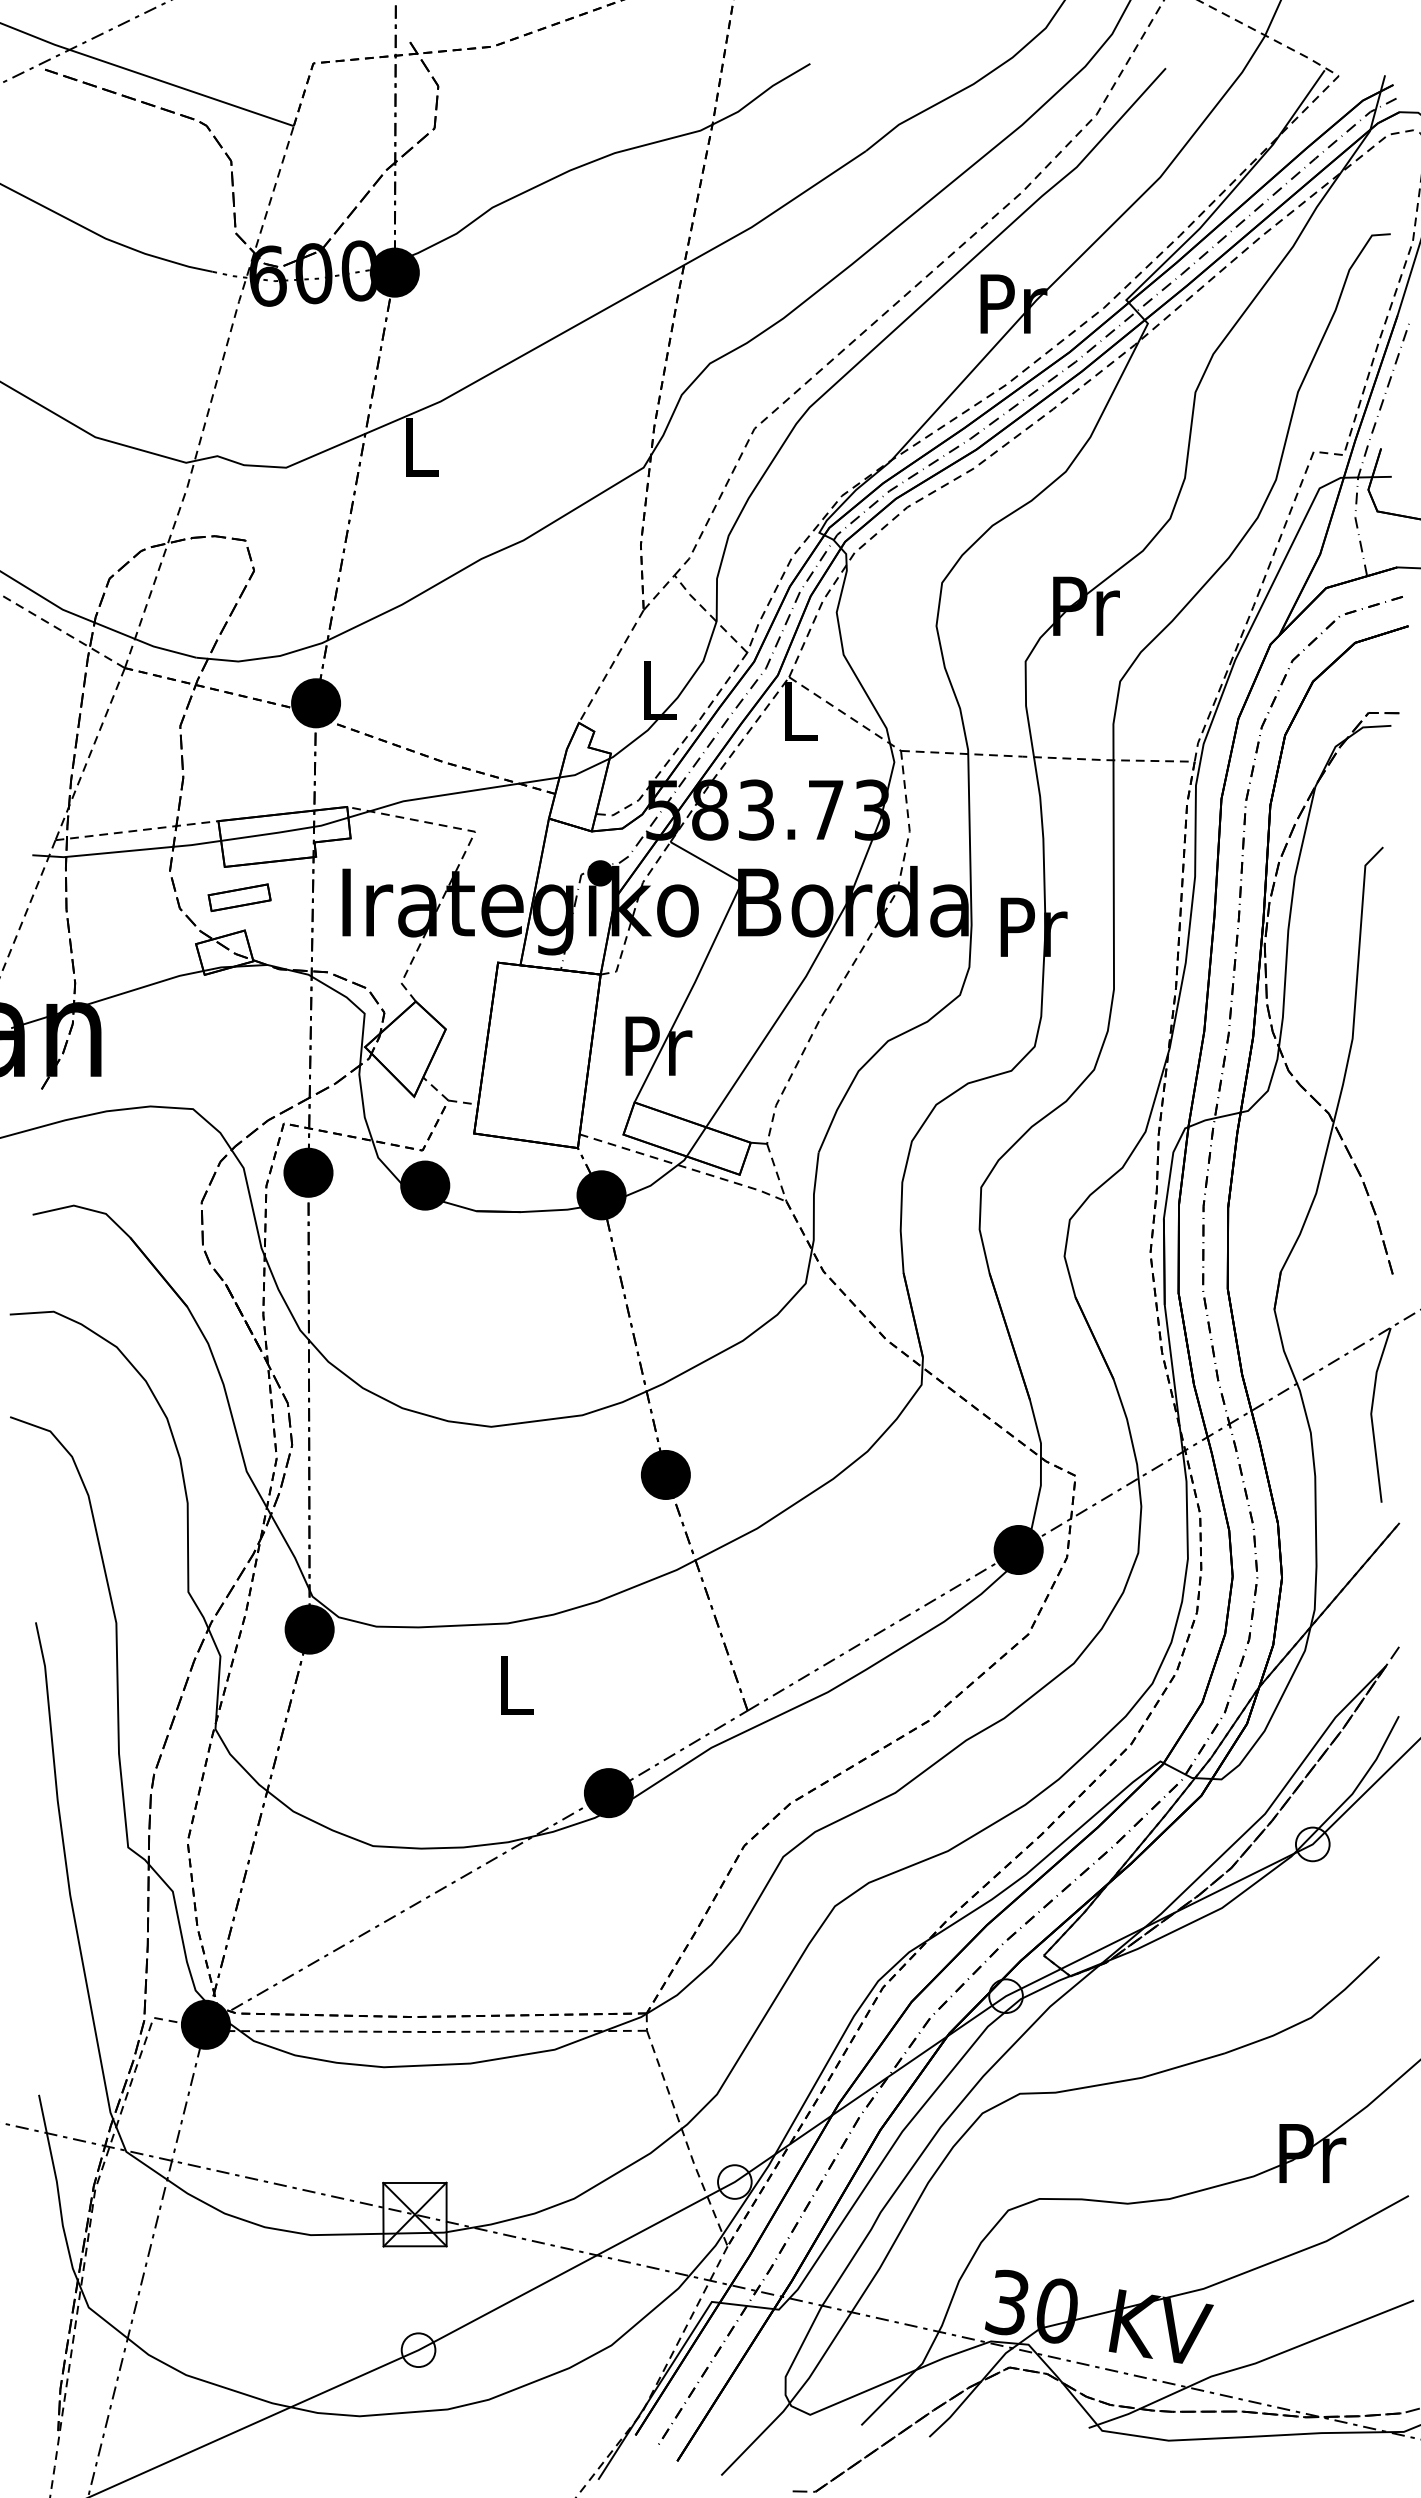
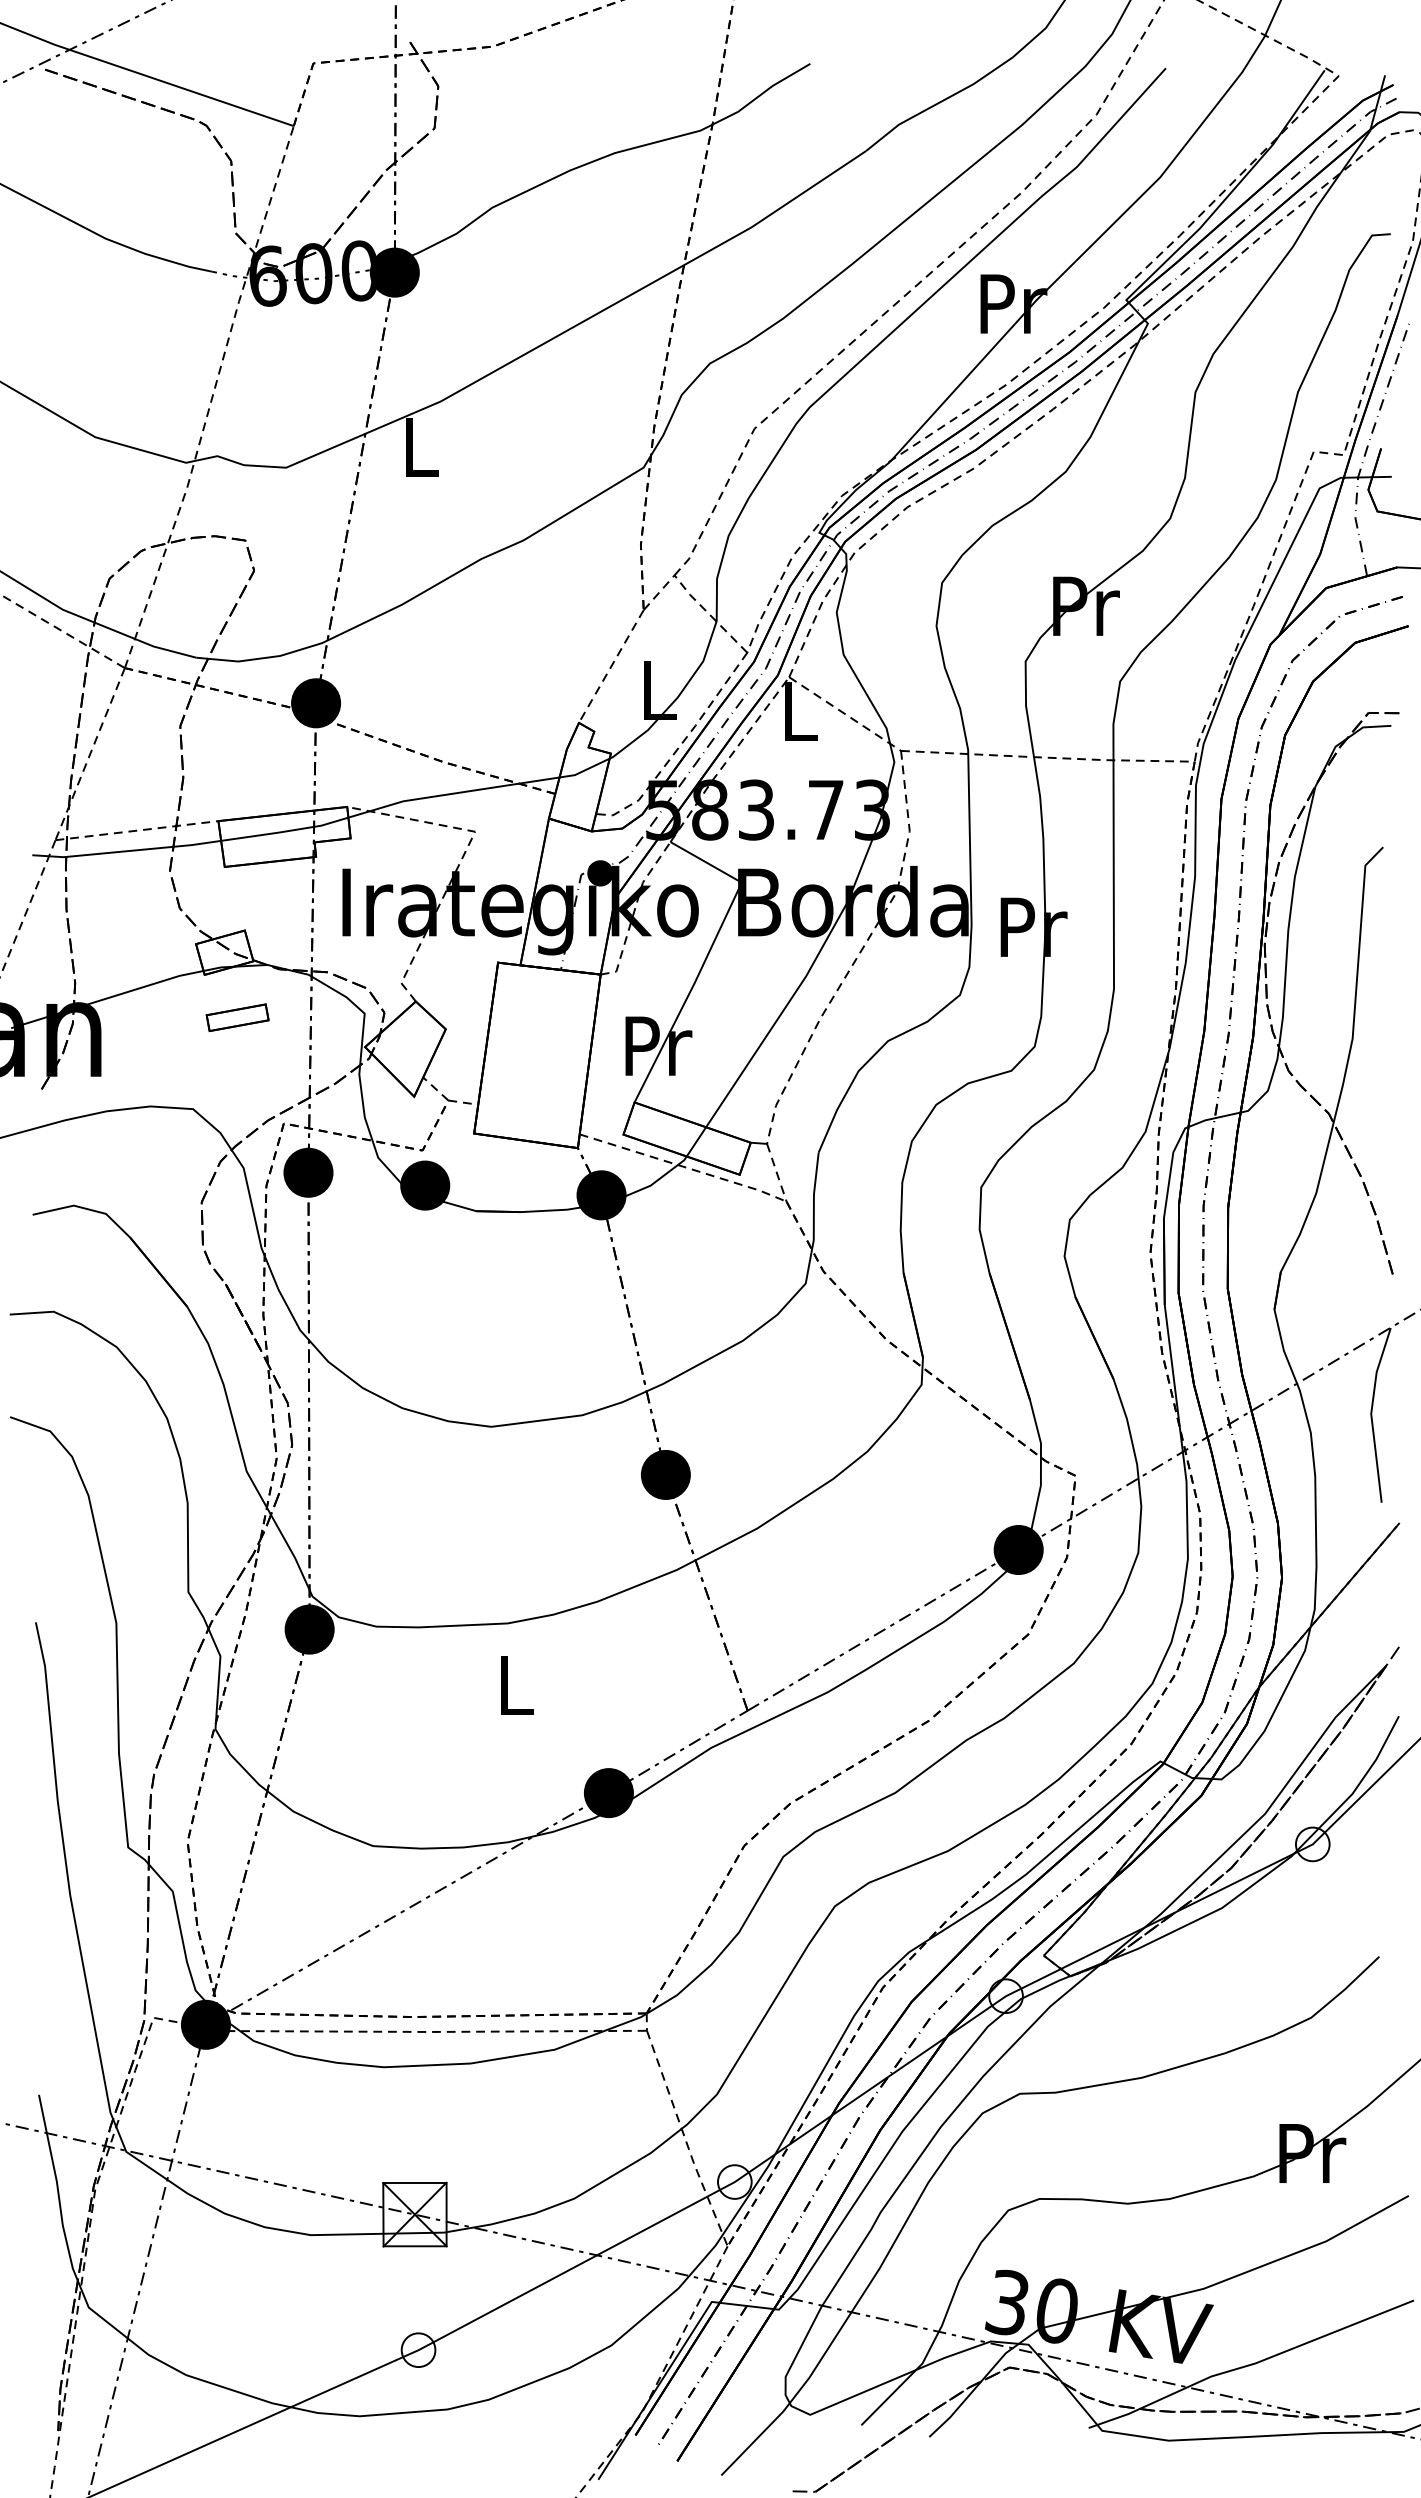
part at (239, 897) position: (239, 897) -> (237, 1017)
